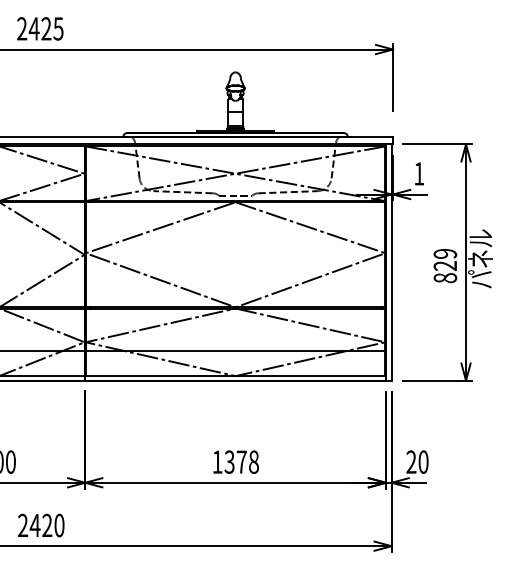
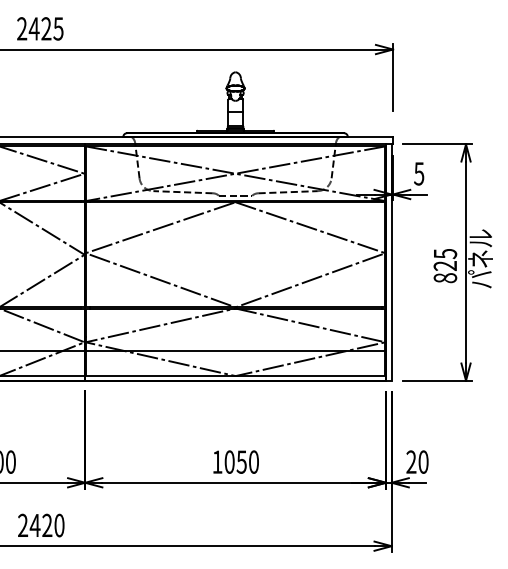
text at (419, 173): 1 -> 5
text at (445, 254): 829 -> 825
text at (241, 461): 1378 -> 1050
